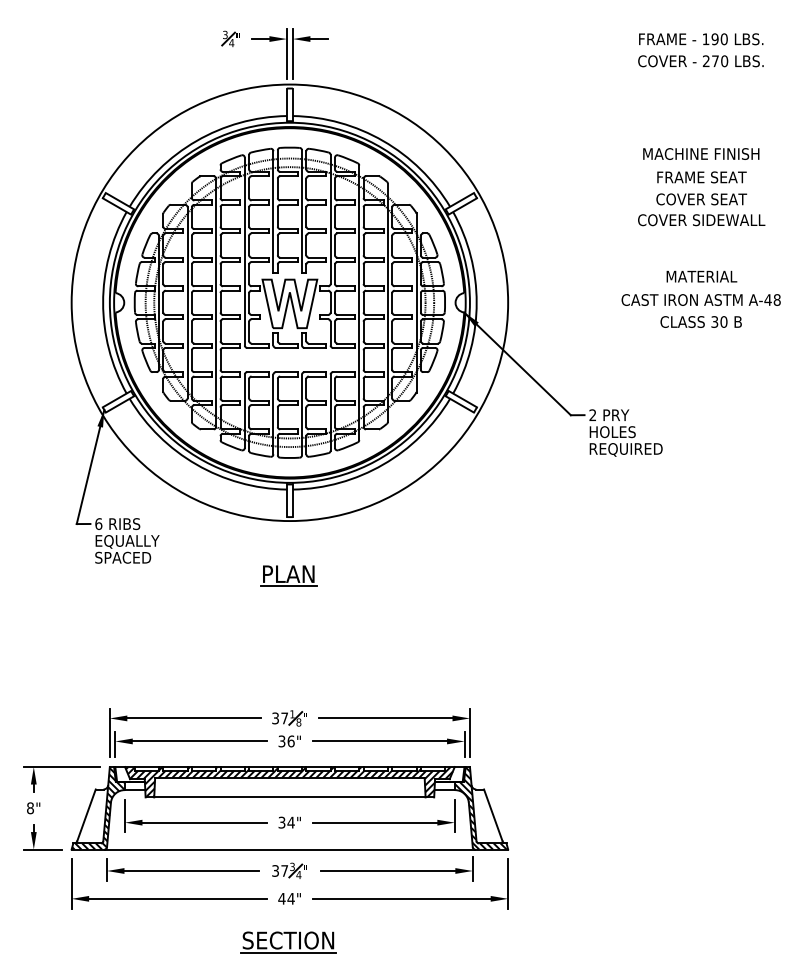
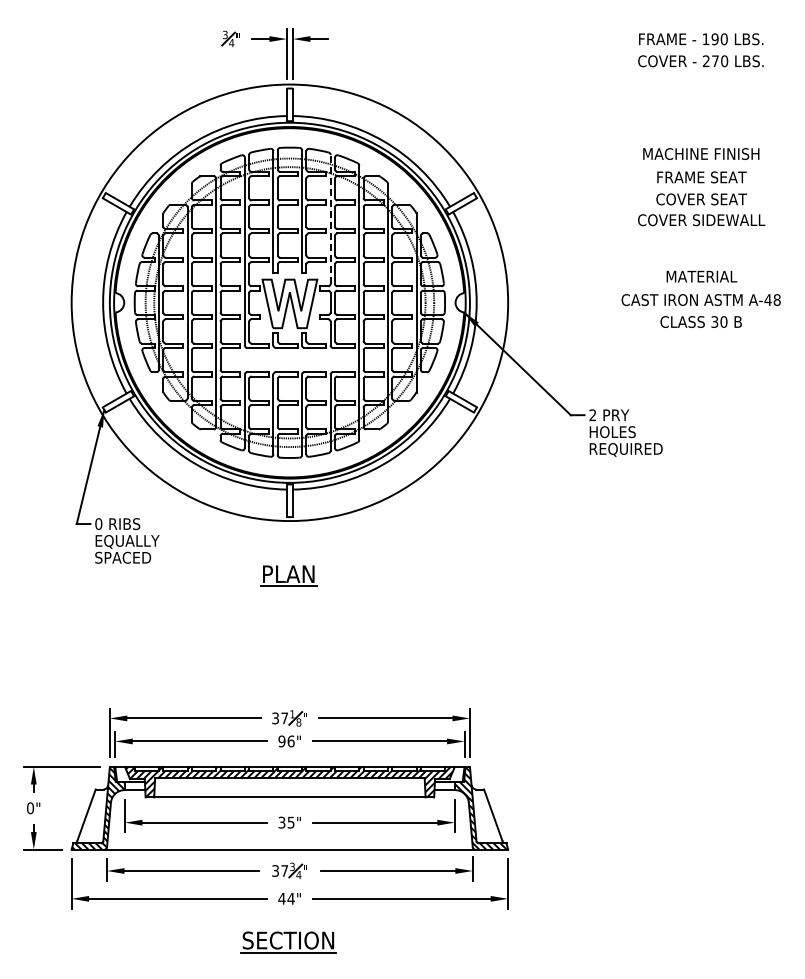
line at (330, 218): solid -> dashed
text at (98, 523): 6 -> 0
text at (281, 741): 36" -> 96"
text at (30, 807): 8" -> 0"
text at (290, 822): 34" -> 35"
